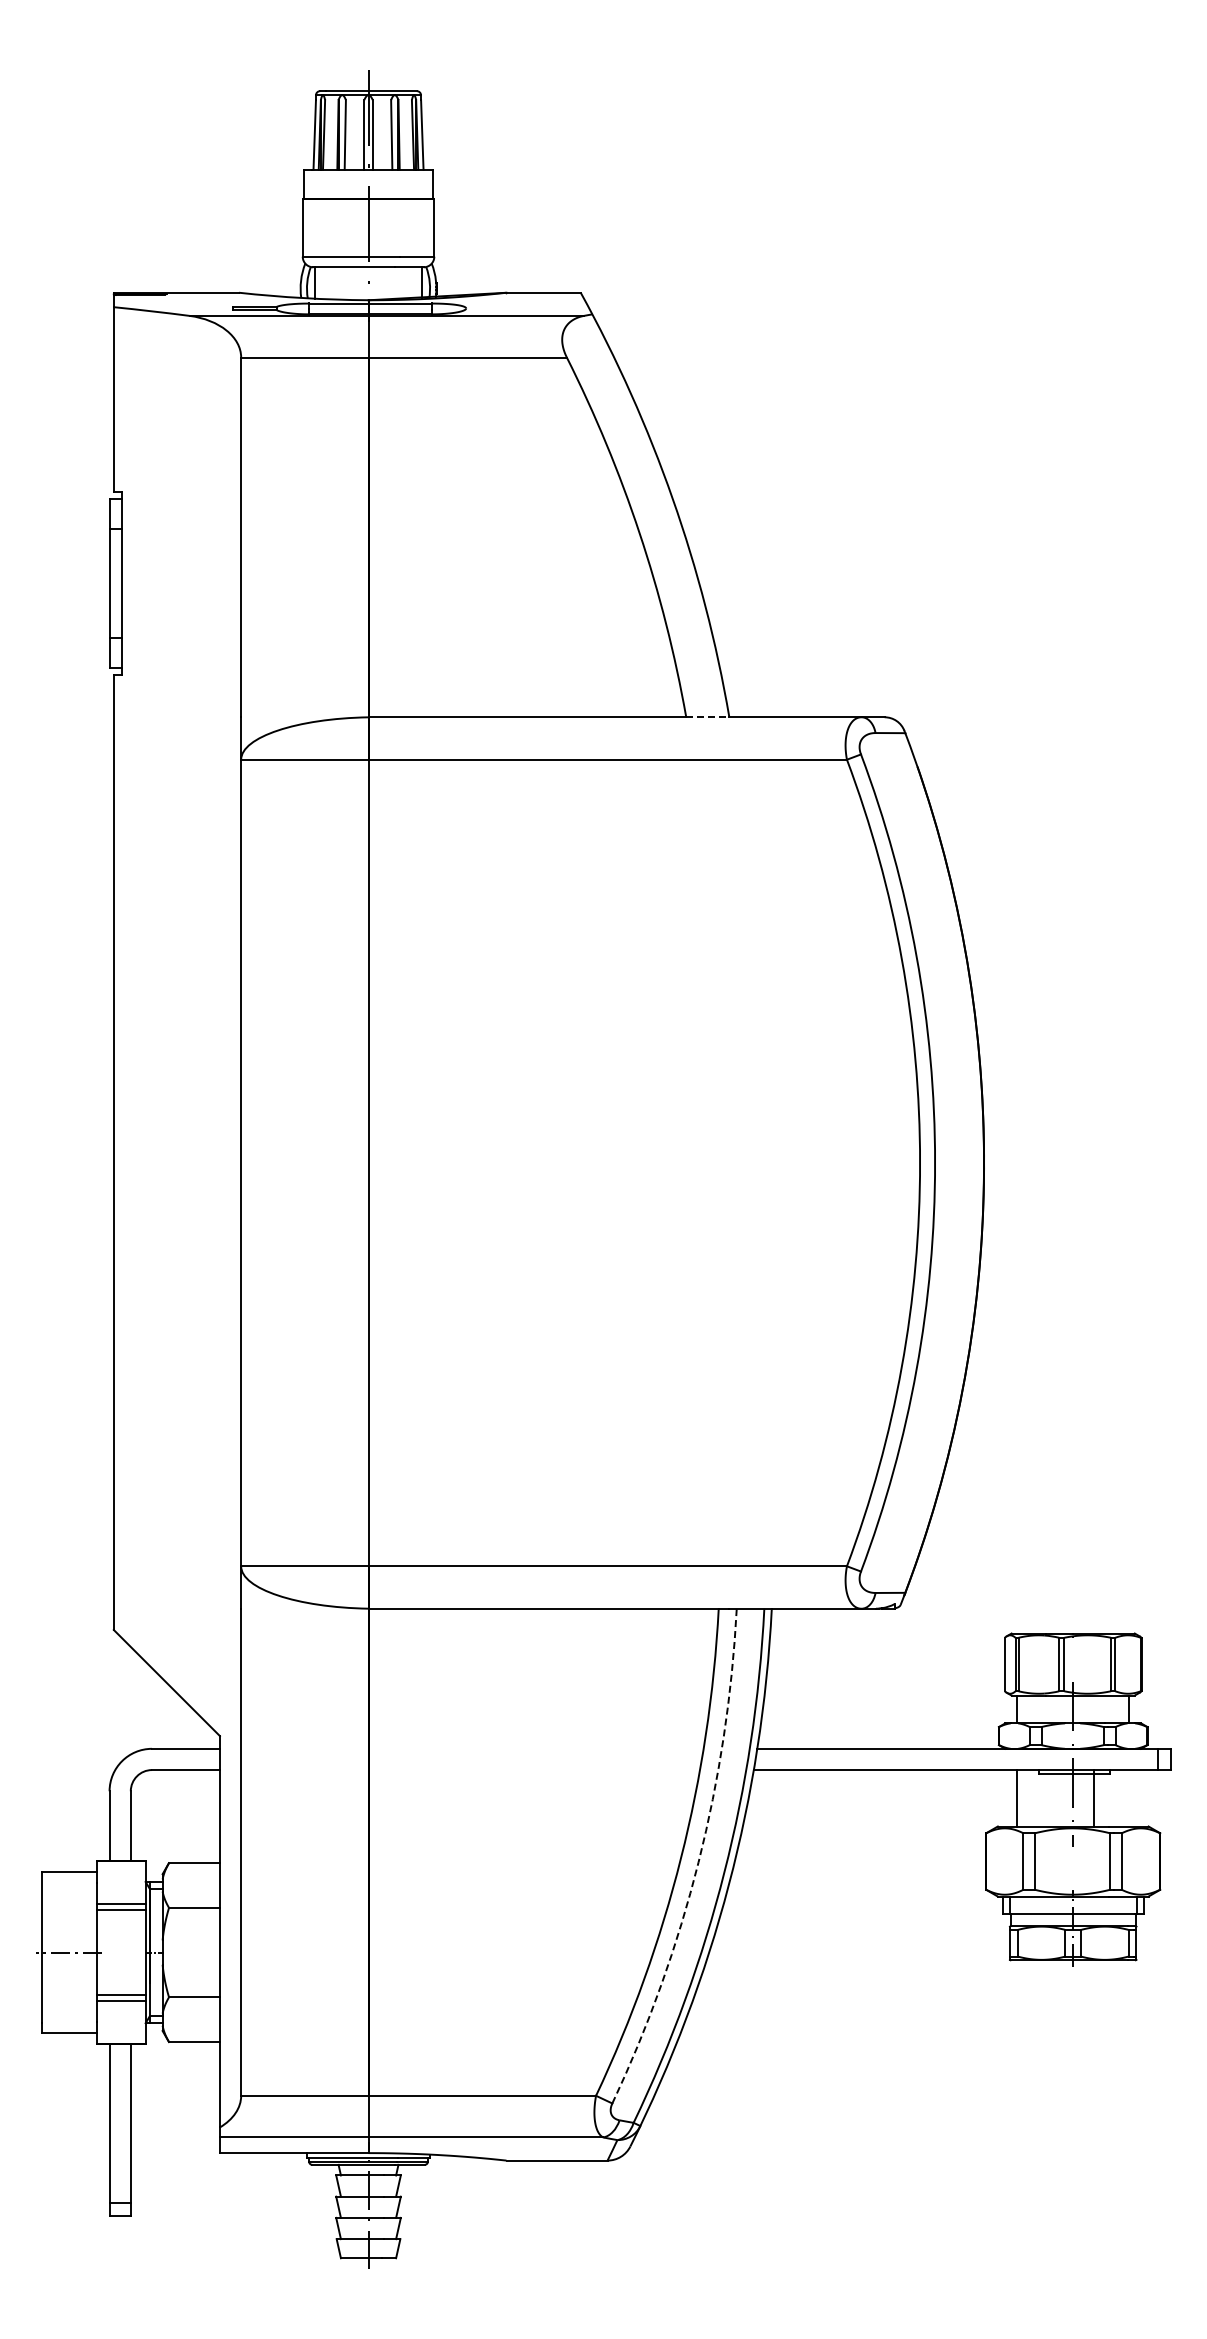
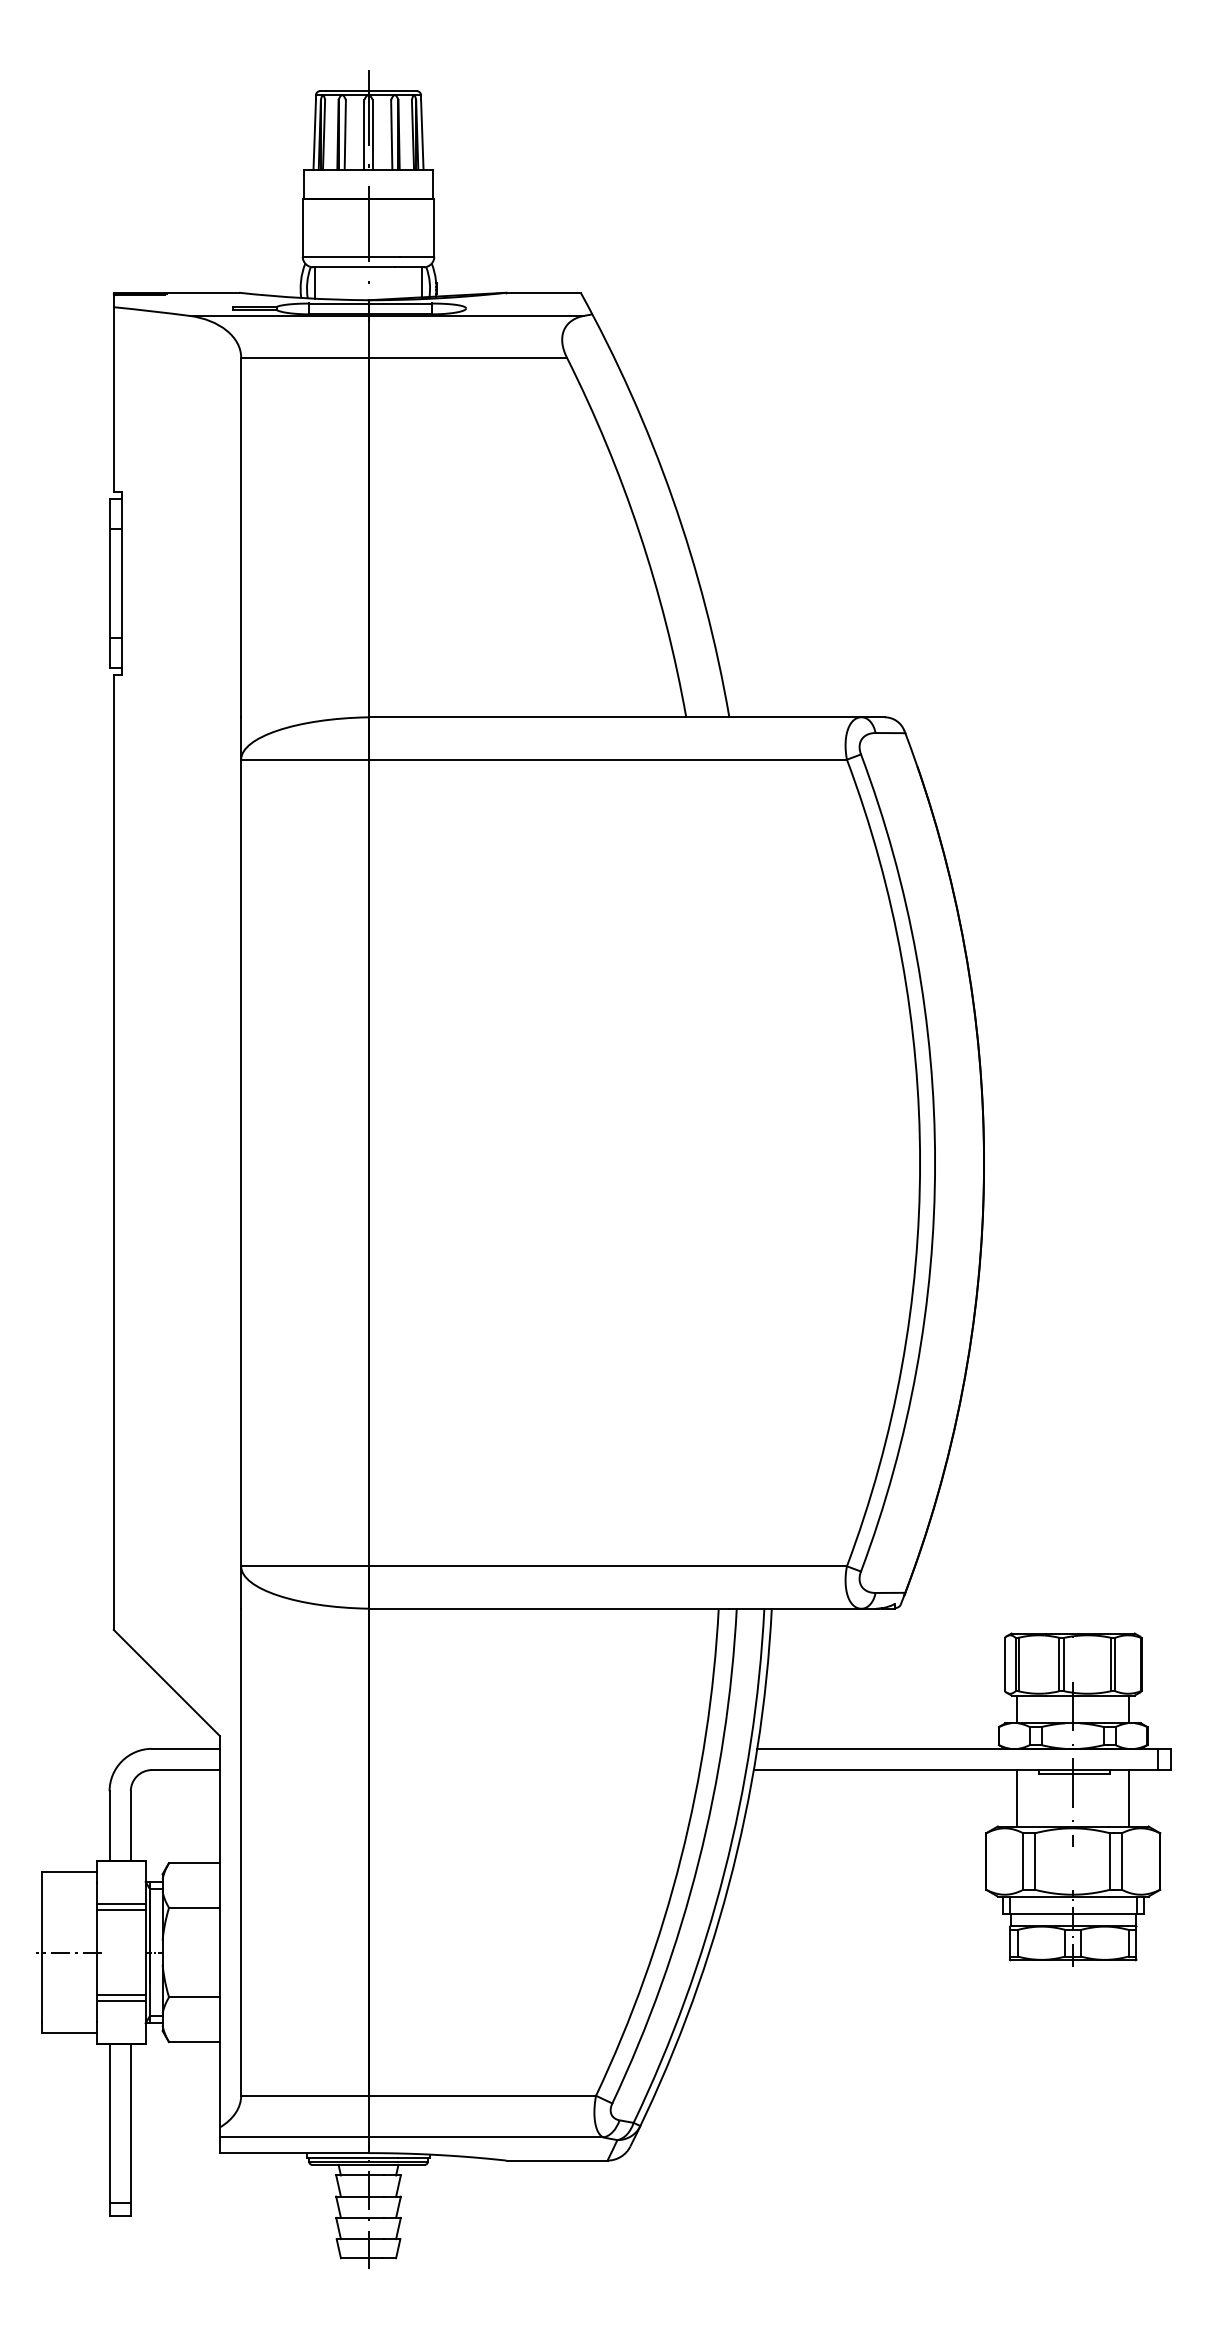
line at (707, 717): dashed -> solid
line at (1094, 1798) position: (1094, 1798) -> (1129, 1798)
arc at (698, 1862): dashed -> solid
